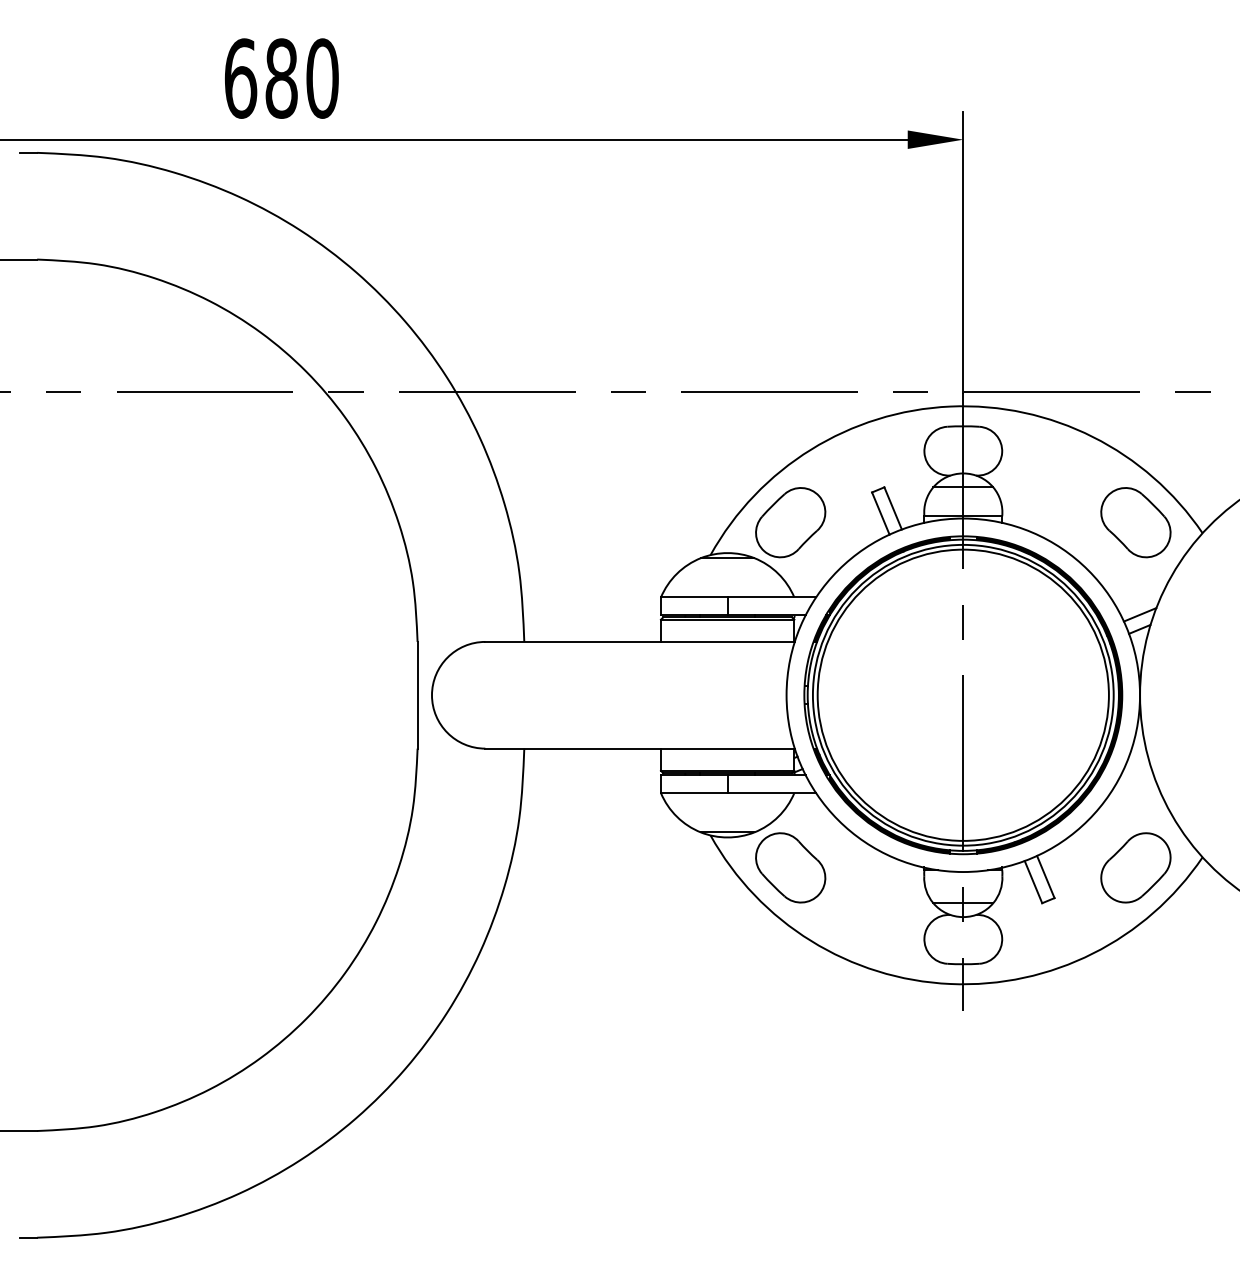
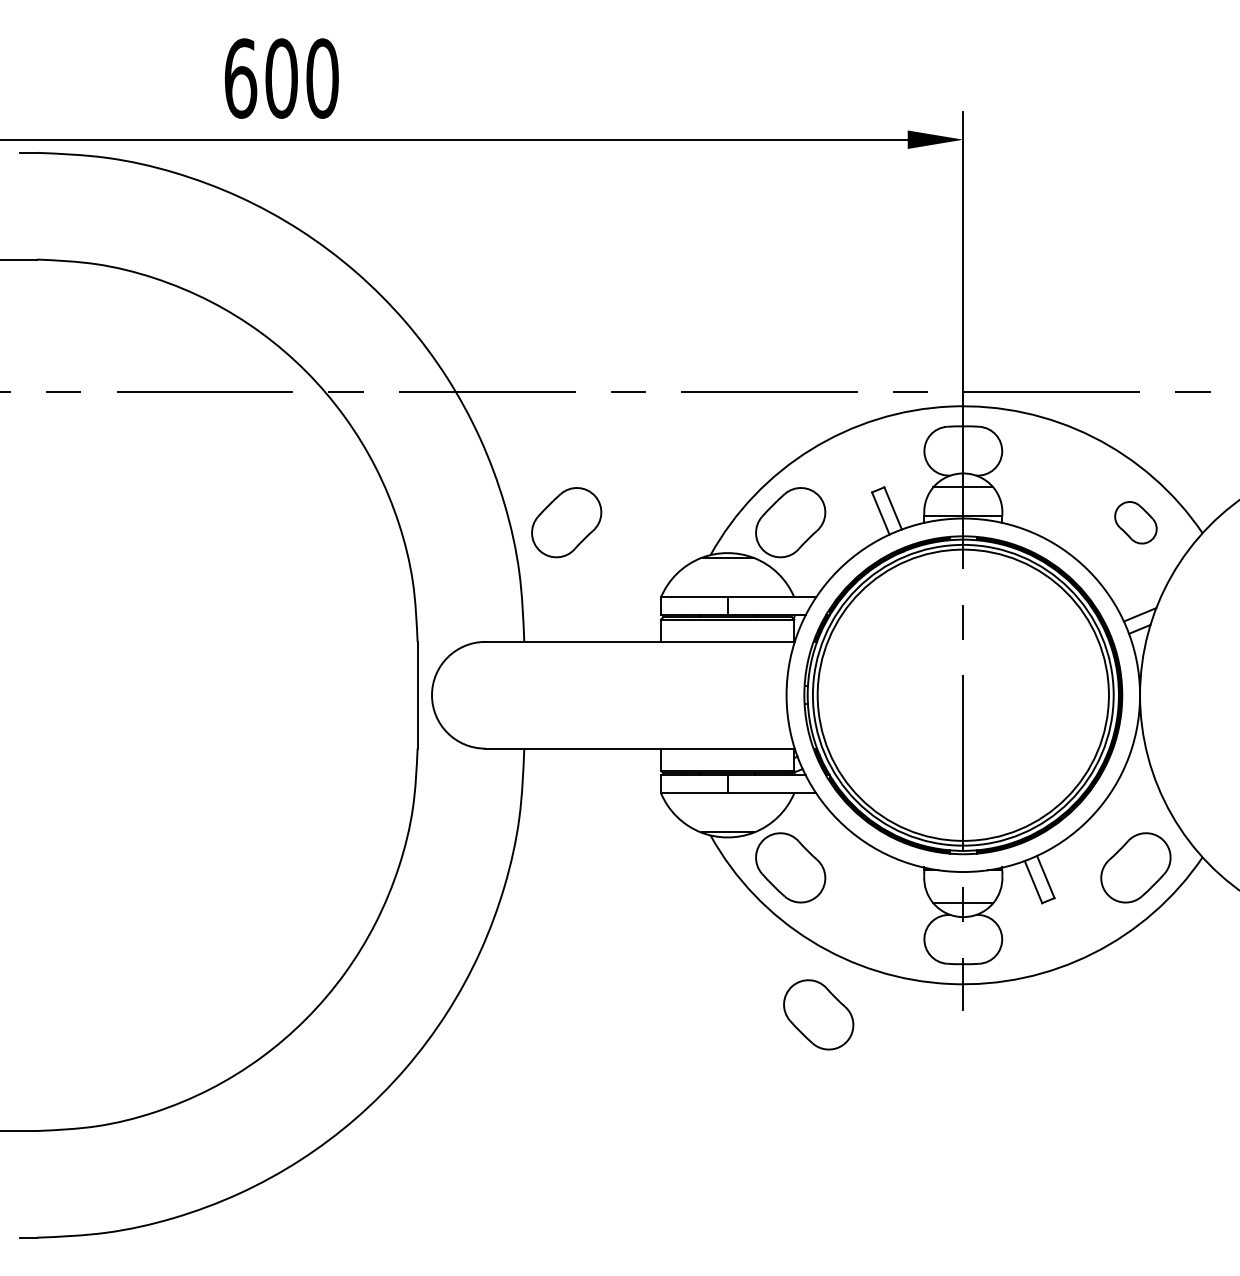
text at (281, 78): 680 -> 600
part at (566, 522): none -> present
part at (1135, 522) size: 72x72 px -> 44x44 px
part at (818, 1014): none -> present
